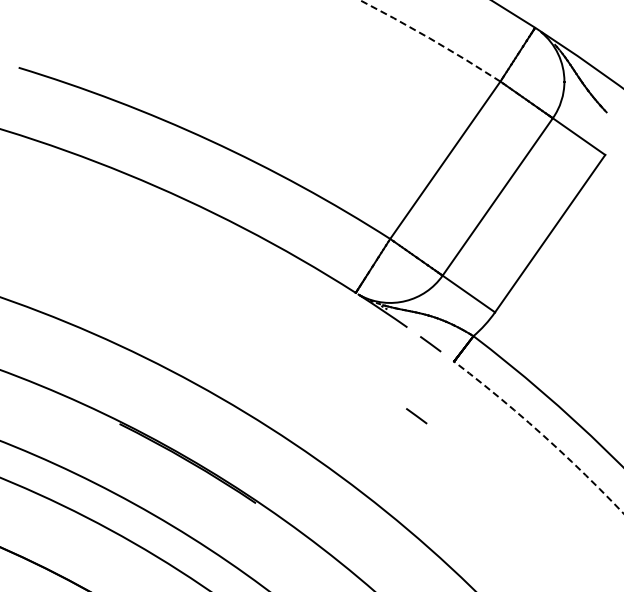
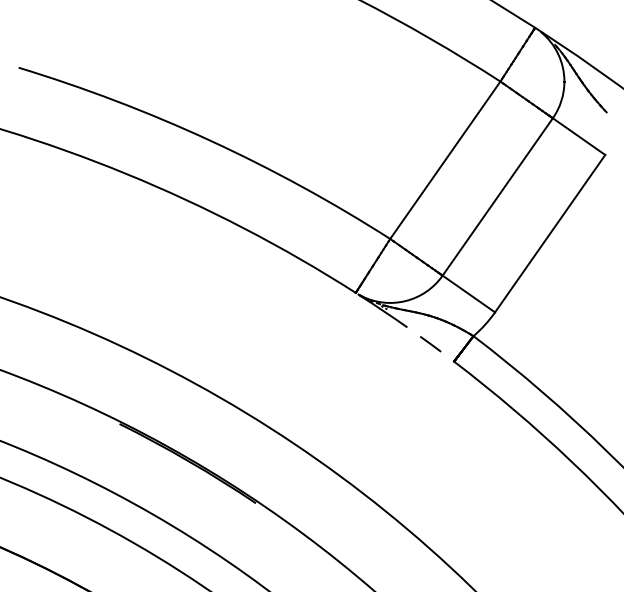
arc at (430, 38): dashed -> solid
line at (416, 416): present -> none
arc at (542, 434): dashed -> solid
